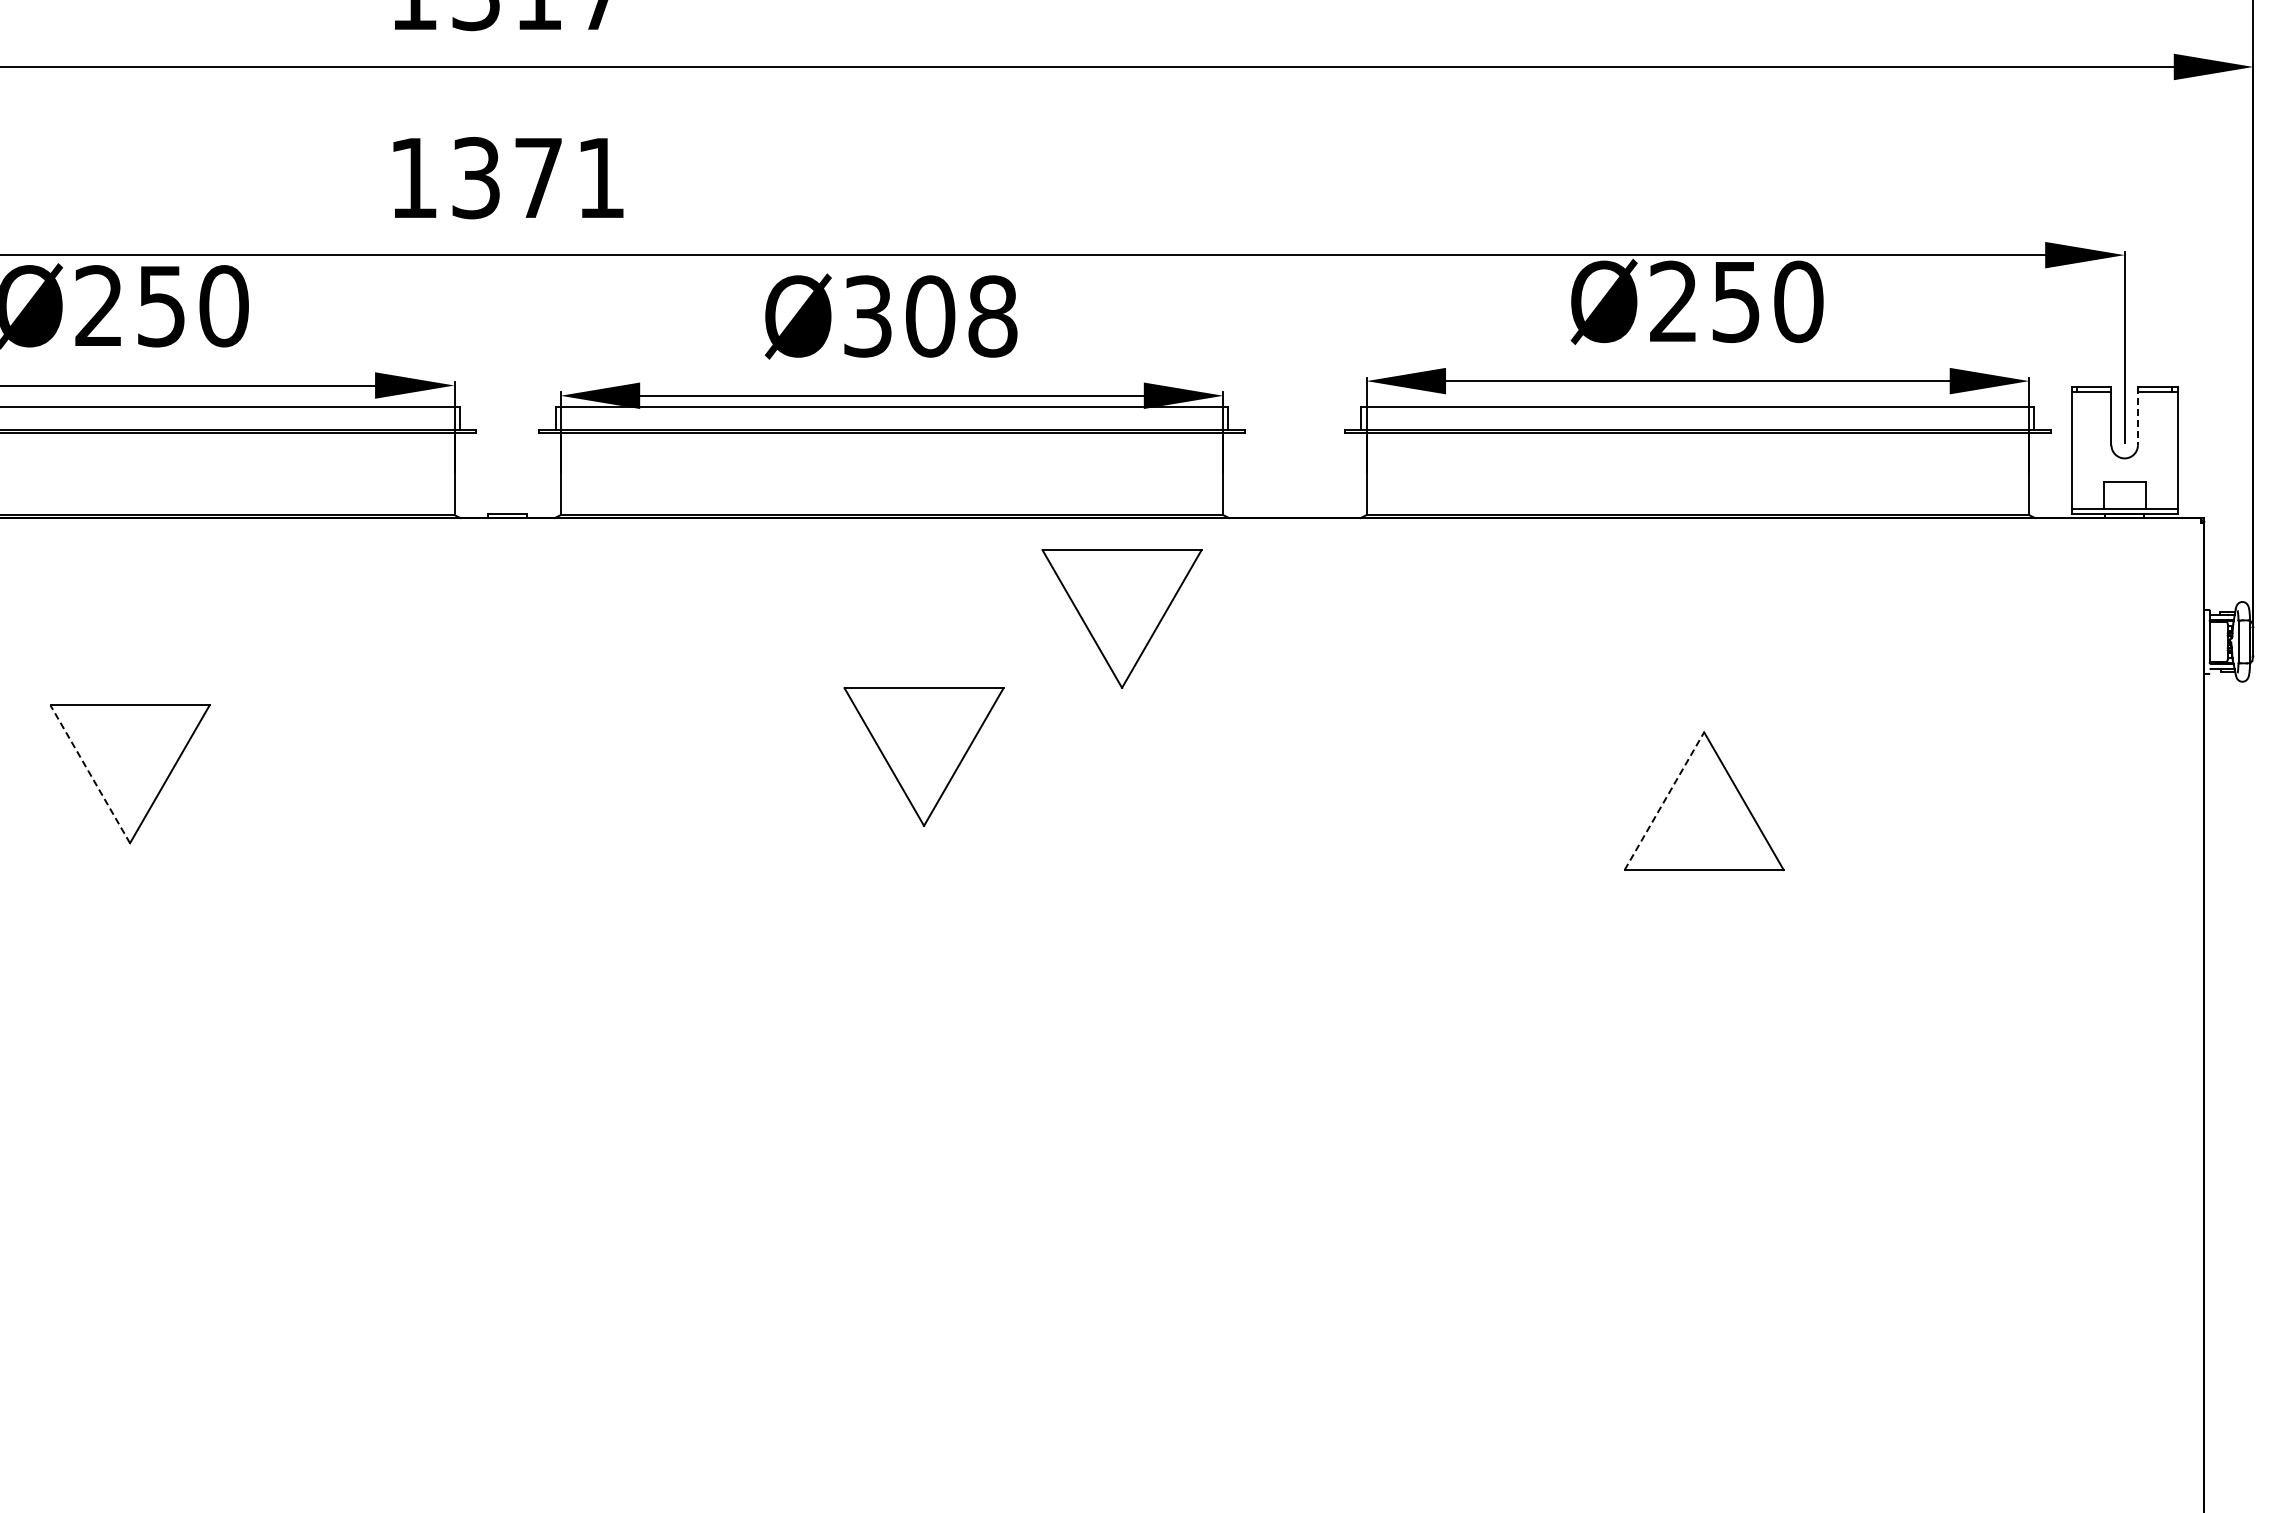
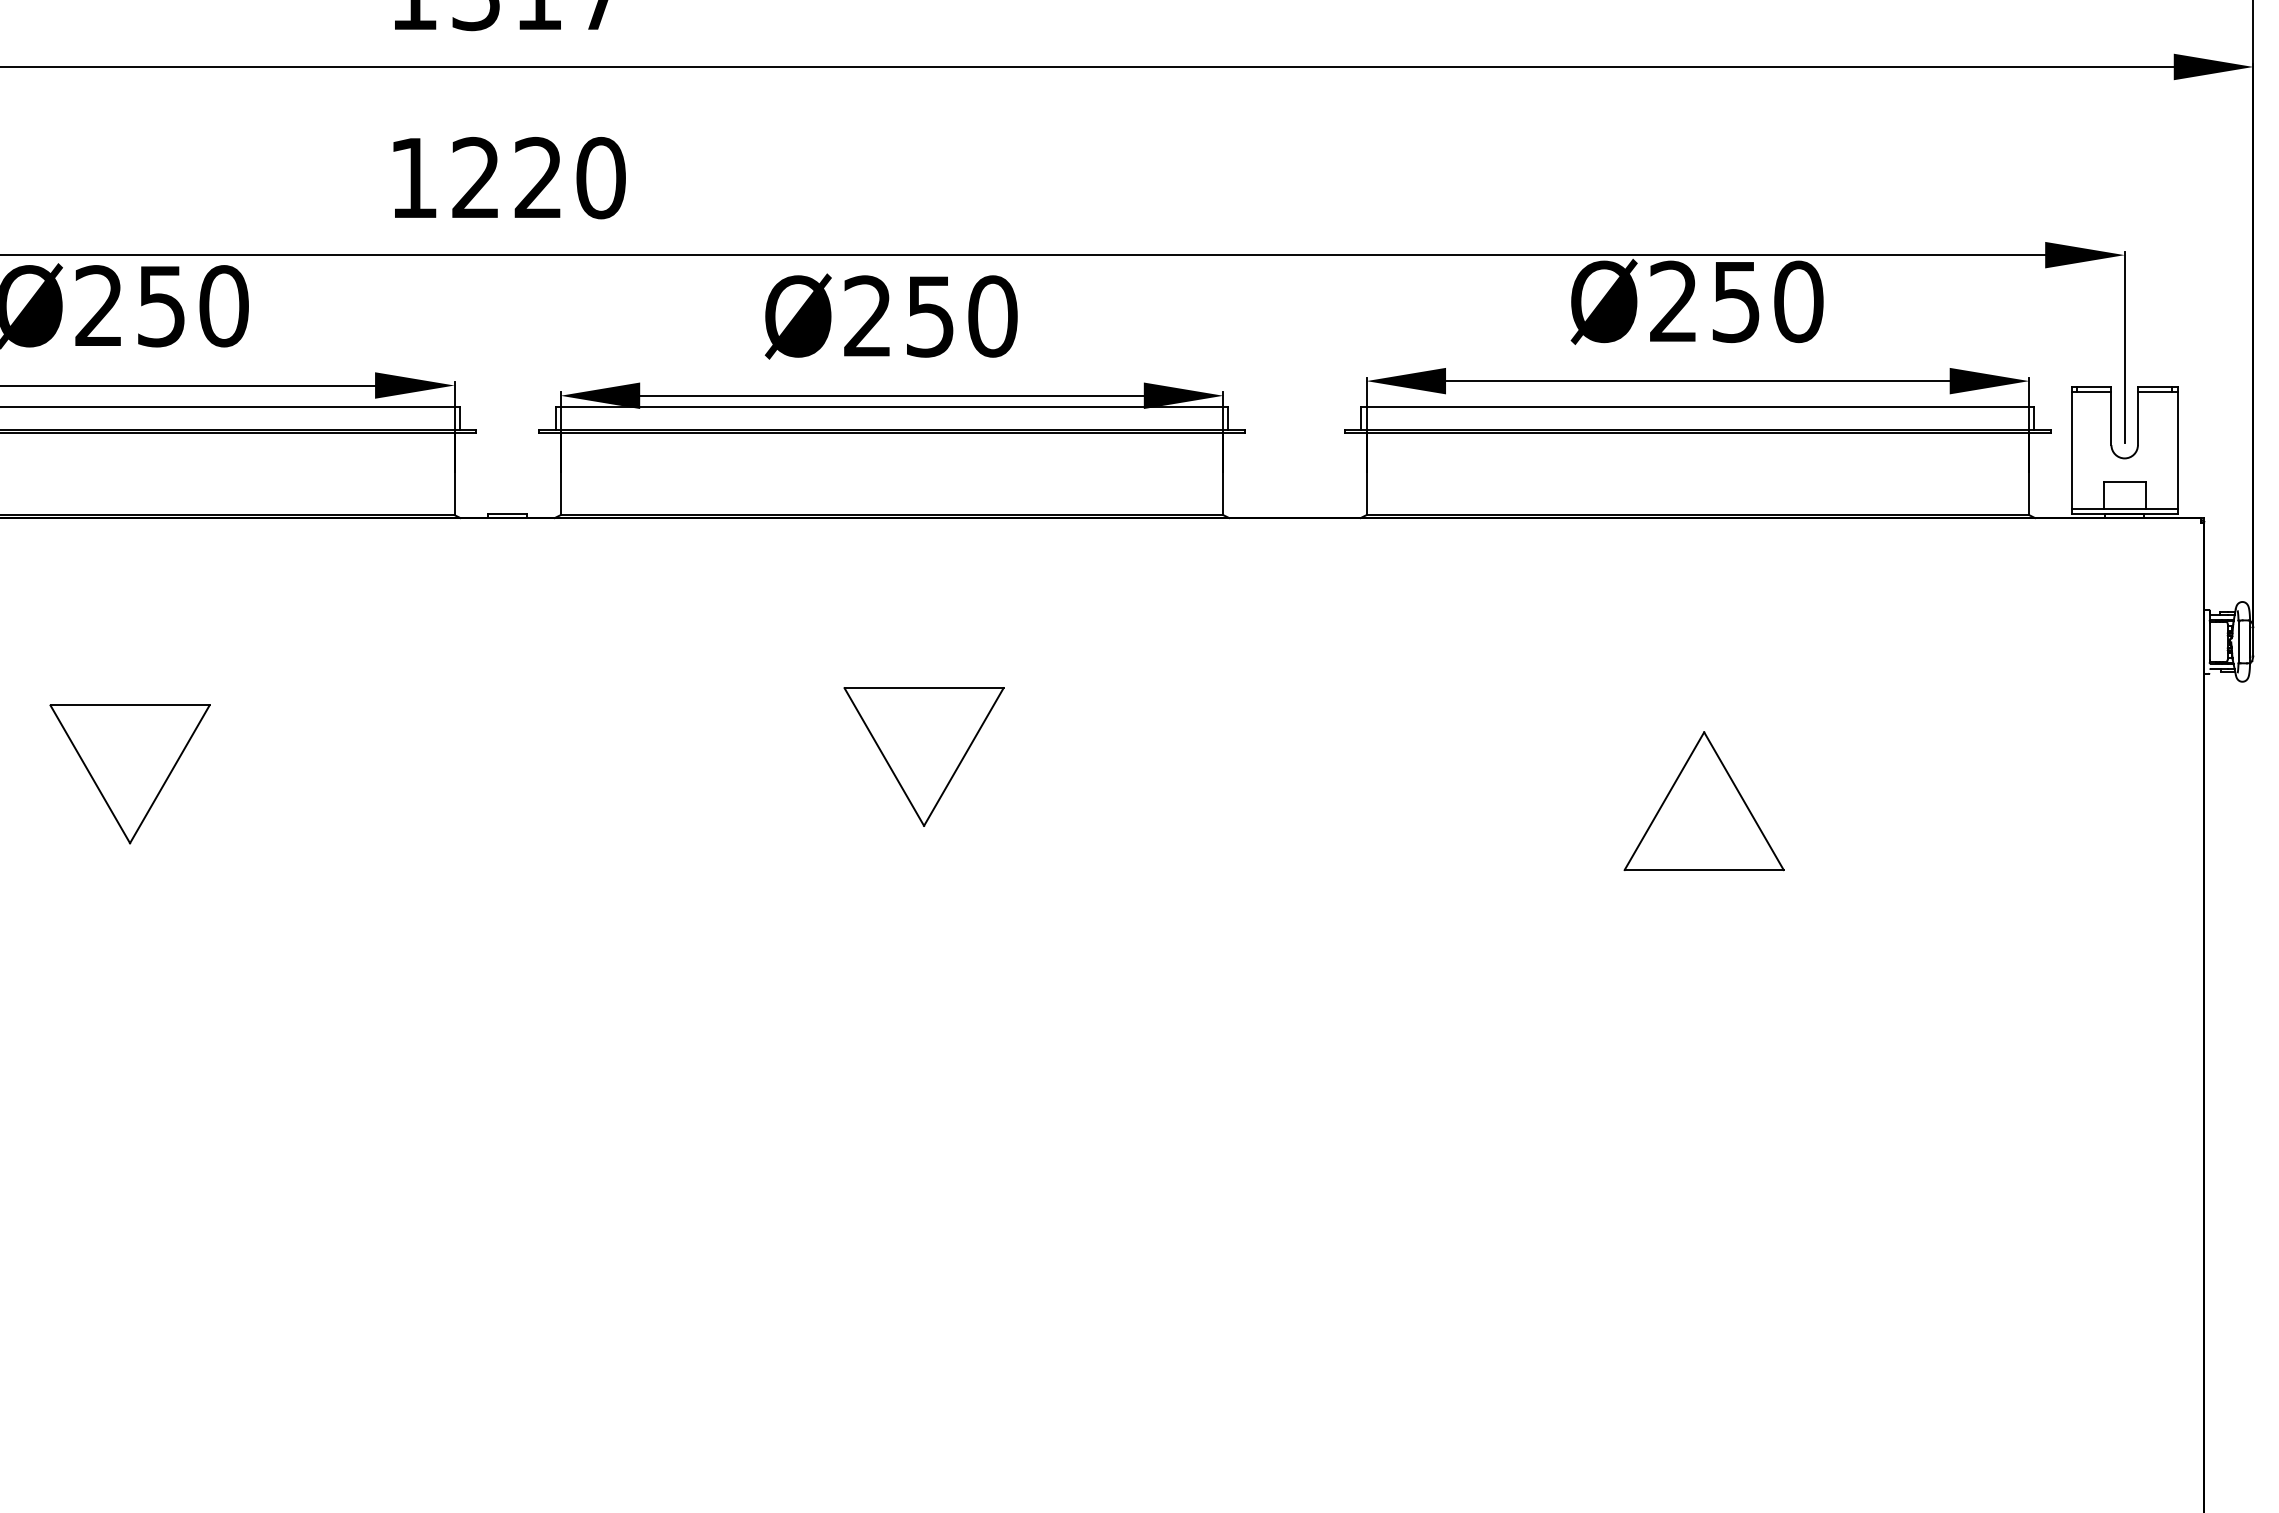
text at (538, 177): 1371 -> 1220
text at (930, 316): Ø308 -> Ø250
line at (2137, 416): dashed -> solid
part at (1121, 618): present -> none
line at (90, 774): dashed -> solid
line at (1664, 801): dashed -> solid
